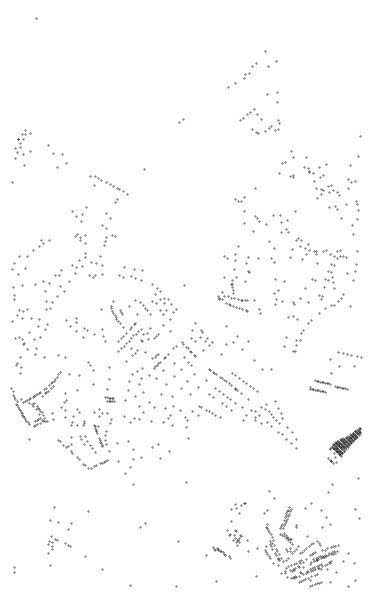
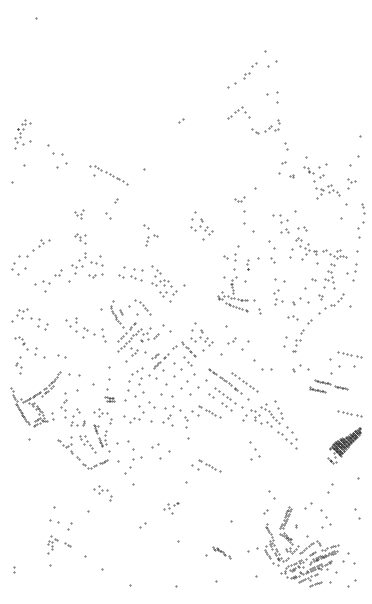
part at (250, 114) position: (250, 114) -> (238, 112)
part at (22, 144) position: (22, 144) -> (22, 134)
part at (292, 154) position: (292, 154) -> (286, 146)
part at (108, 185) position: (108, 185) -> (108, 175)
part at (333, 207) position: (333, 207) -> (302, 228)
part at (79, 214) size: 17x17 px -> 11x11 px
part at (355, 217) position: (355, 217) -> (361, 220)
part at (260, 220): present -> none
part at (201, 225): none -> present
part at (108, 235) position: (108, 235) -> (150, 235)
part at (247, 264) size: 6x18 px -> 4x12 px
part at (17, 292): present -> none
part at (55, 297): present -> none
part at (164, 301) position: (164, 301) -> (164, 283)
part at (34, 335): present -> none
part at (231, 340) size: 14x11 px -> 10x8 px
part at (90, 366): present -> none
part at (300, 368): none -> present
part at (349, 413): none -> present
part at (254, 450): none -> present
part at (206, 465): none -> present
part at (102, 493): none -> present
part at (238, 508) position: (238, 508) -> (171, 508)
part at (237, 537): present -> none
